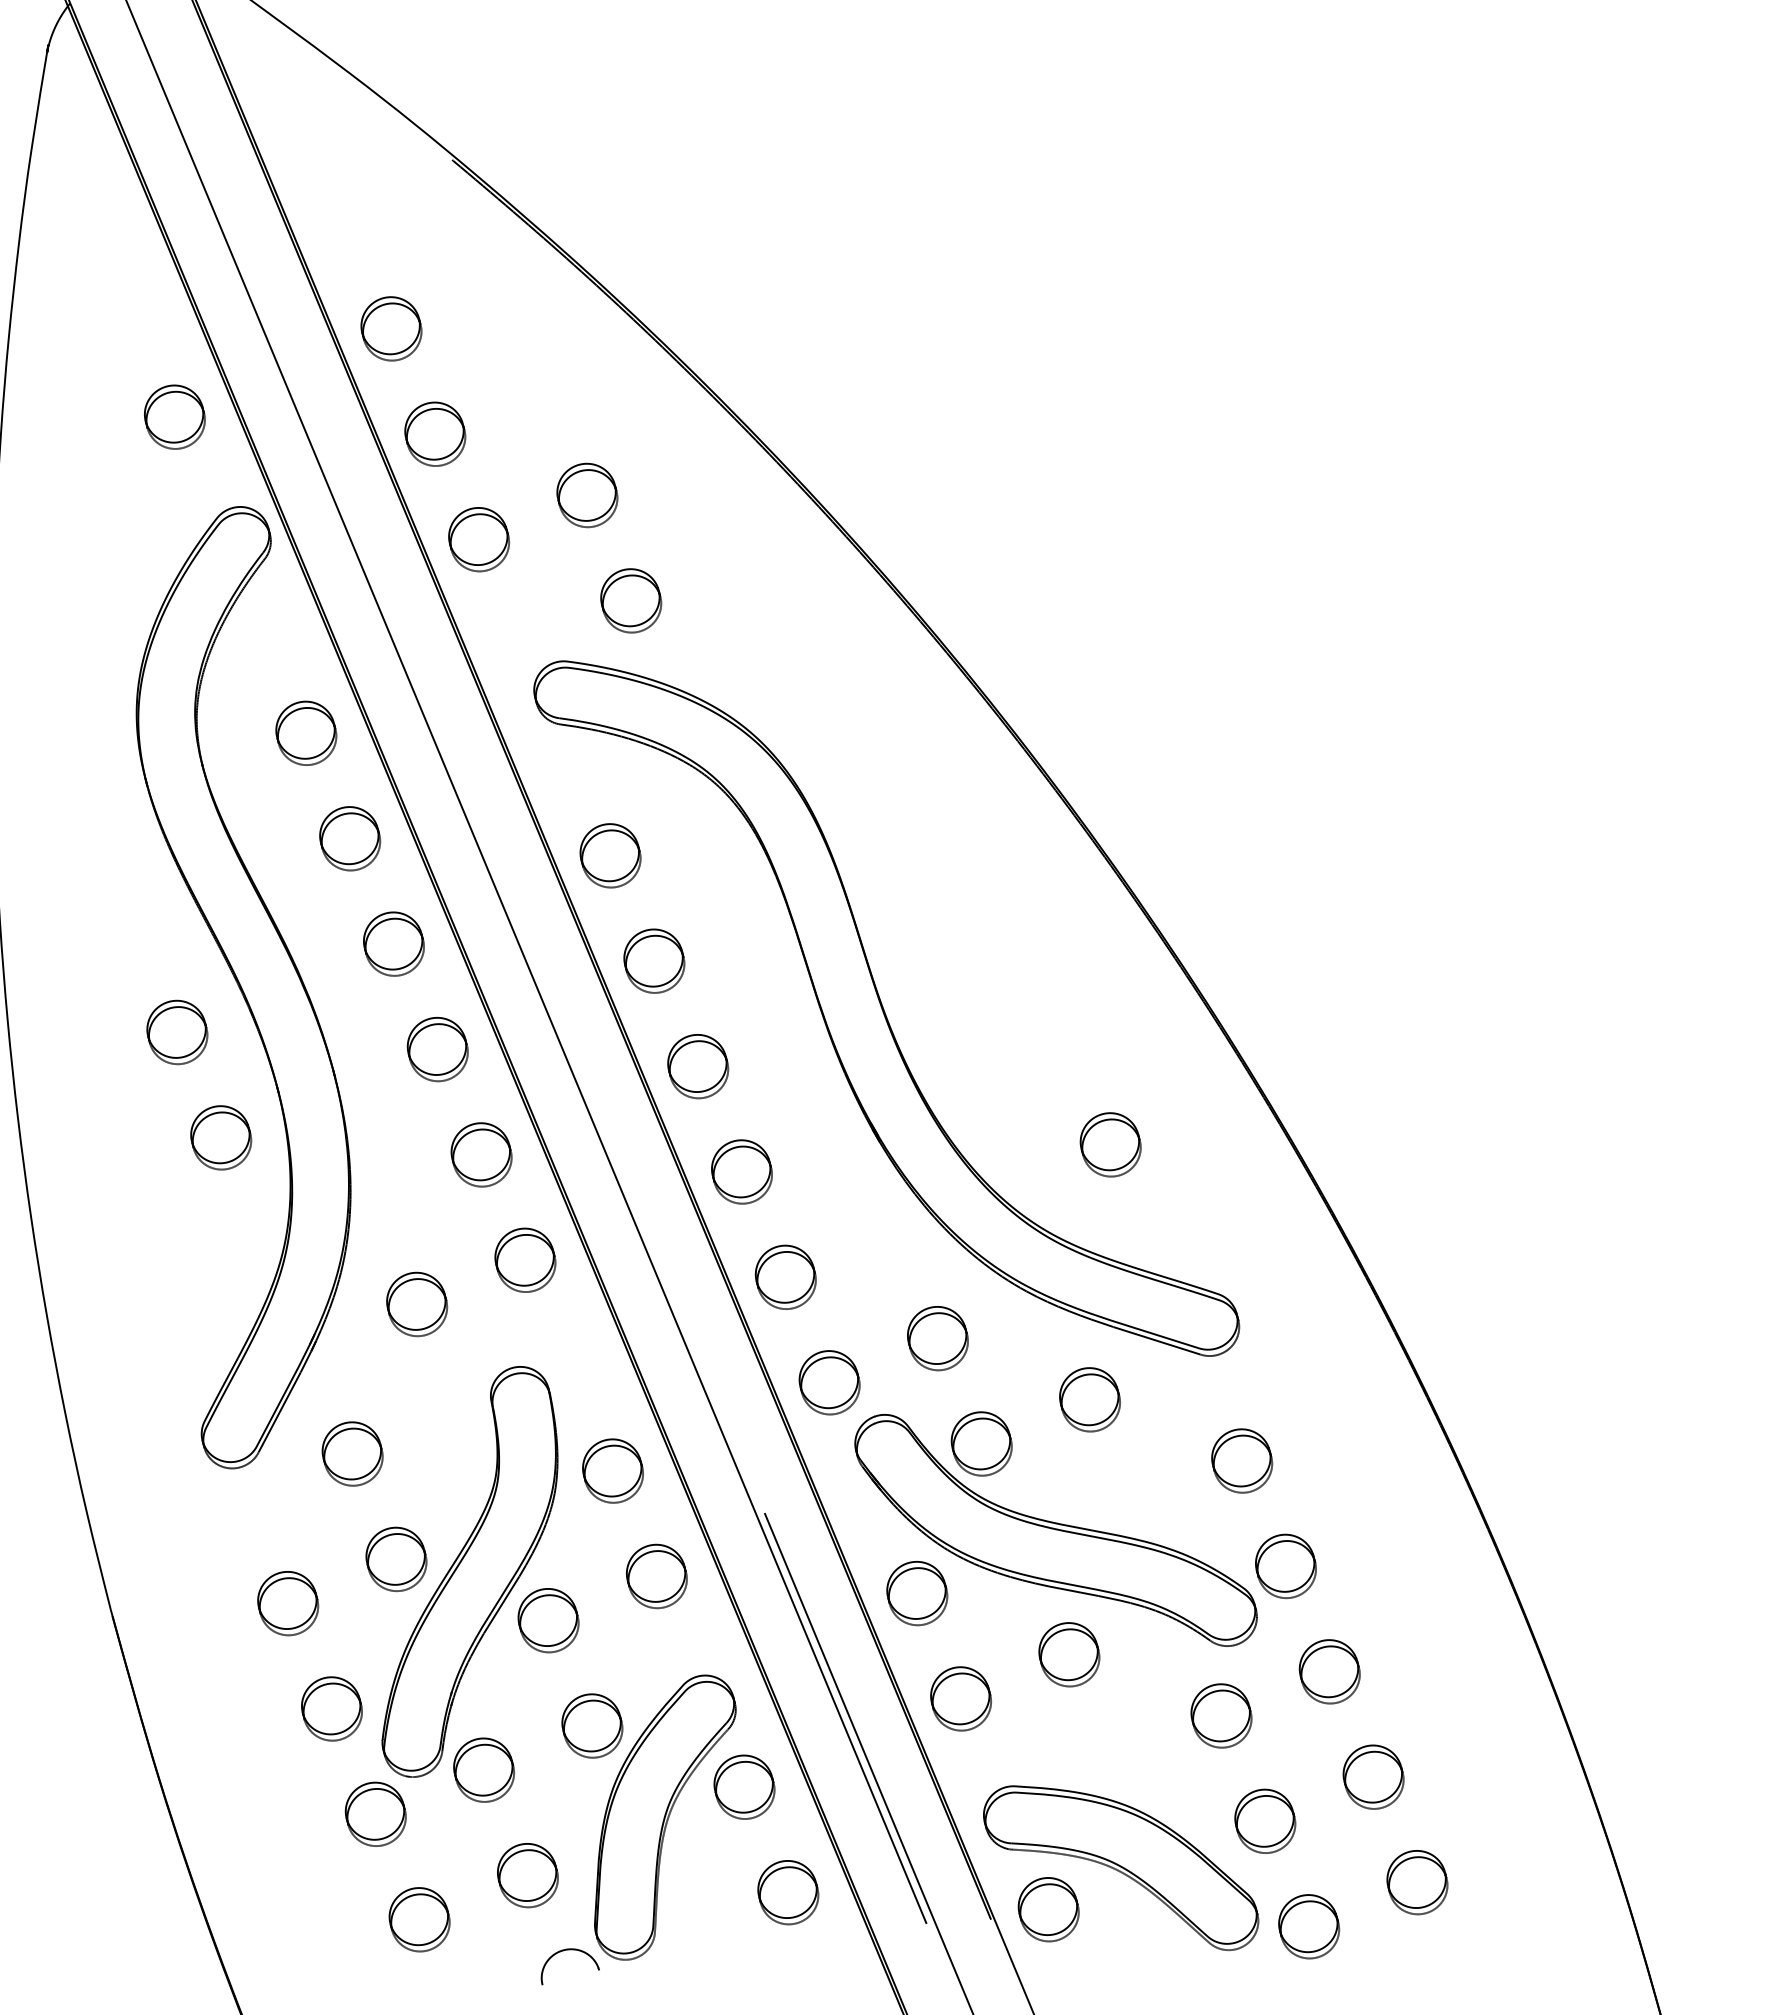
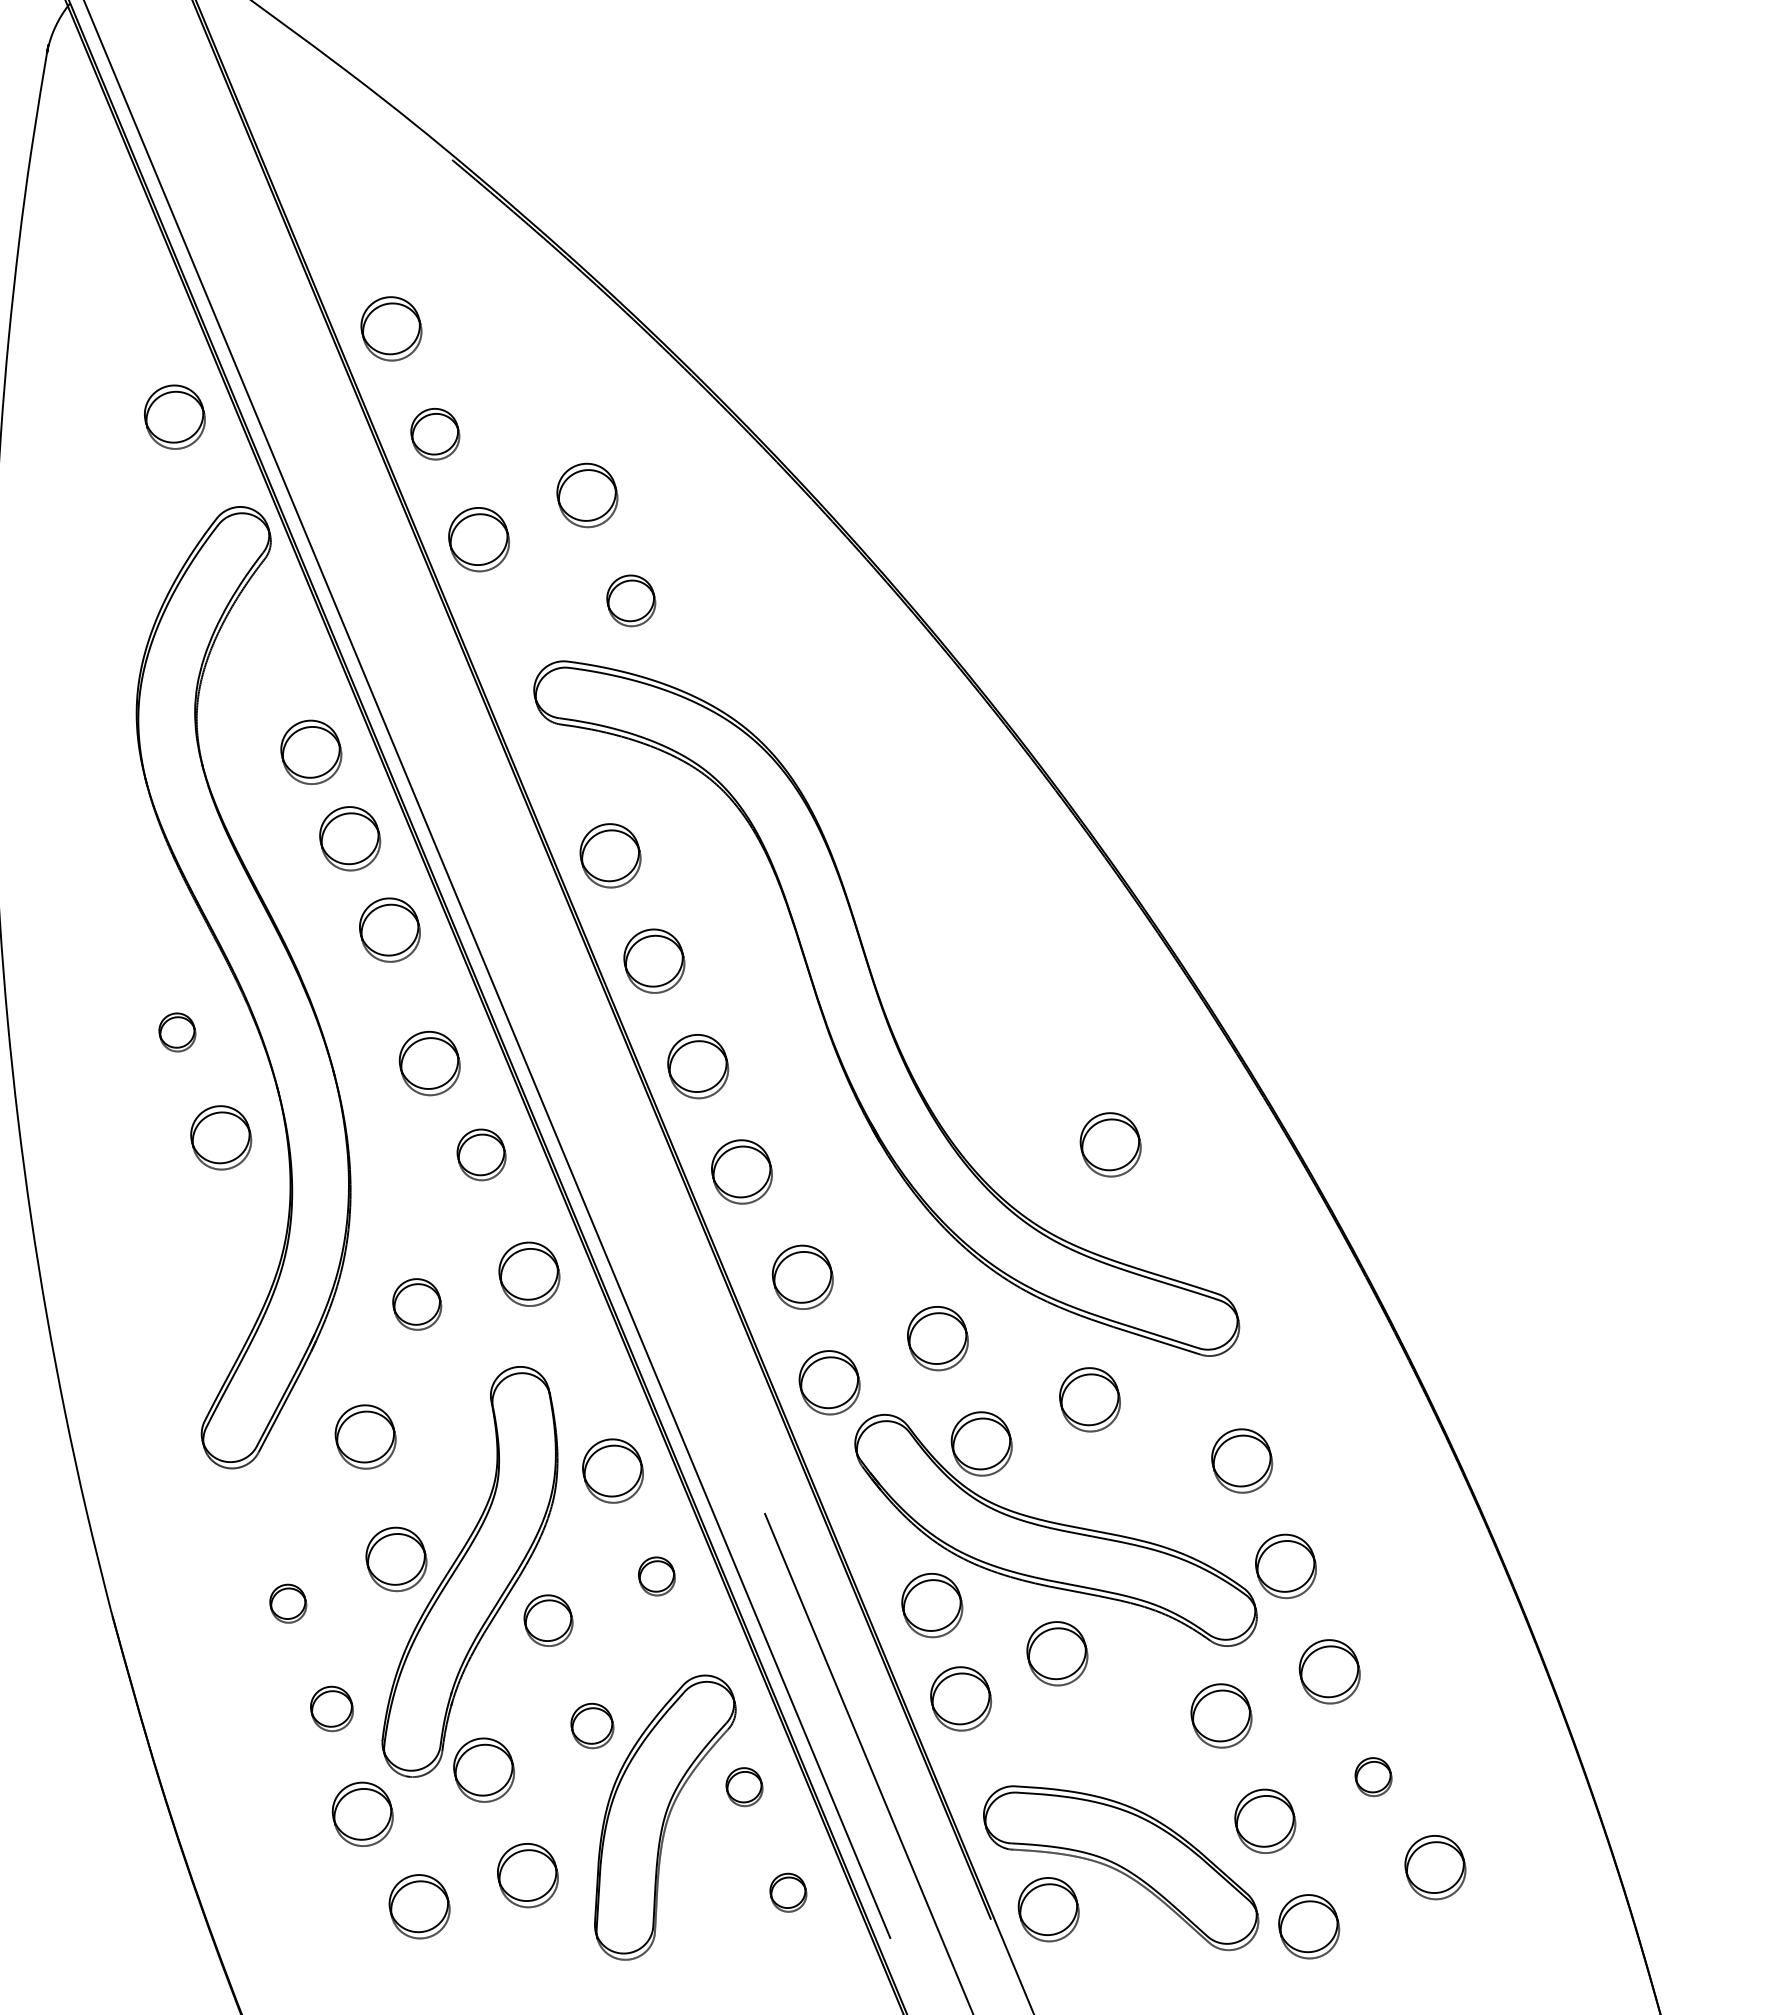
part at (435, 433) size: 63x66 px -> 51x53 px
part at (631, 600) size: 63x66 px -> 51x54 px
part at (306, 732) position: (306, 732) -> (311, 751)
part at (393, 943) position: (393, 943) -> (389, 929)
line at (545, 1006) position: (545, 1006) -> (502, 1006)
part at (177, 1032) size: 63x67 px -> 39x41 px
part at (437, 1049) position: (437, 1049) -> (429, 1063)
part at (481, 1154) size: 63x66 px -> 51x54 px
part at (525, 1259) position: (525, 1259) -> (529, 1273)
part at (785, 1276) position: (785, 1276) -> (802, 1276)
part at (417, 1304) size: 63x67 px -> 51x53 px
part at (352, 1453) position: (352, 1453) -> (365, 1436)
part at (656, 1576) size: 62x67 px -> 38x41 px
part at (917, 1593) position: (917, 1593) -> (932, 1605)
part at (288, 1603) size: 63x66 px -> 39x41 px
part at (548, 1620) size: 63x66 px -> 51x53 px
part at (1069, 1654) position: (1069, 1654) -> (1057, 1653)
part at (331, 1708) size: 62x66 px -> 44x48 px
part at (592, 1725) size: 63x66 px -> 45x48 px
part at (1373, 1776) size: 63x66 px -> 39x41 px
part at (744, 1786) size: 63x66 px -> 39x41 px
part at (375, 1813) position: (375, 1813) -> (362, 1813)
part at (1417, 1882) position: (1417, 1882) -> (1435, 1867)
part at (788, 1892) size: 63x66 px -> 39x41 px
part at (419, 1919) position: (419, 1919) -> (419, 1906)
curve at (569, 1950): present -> none
